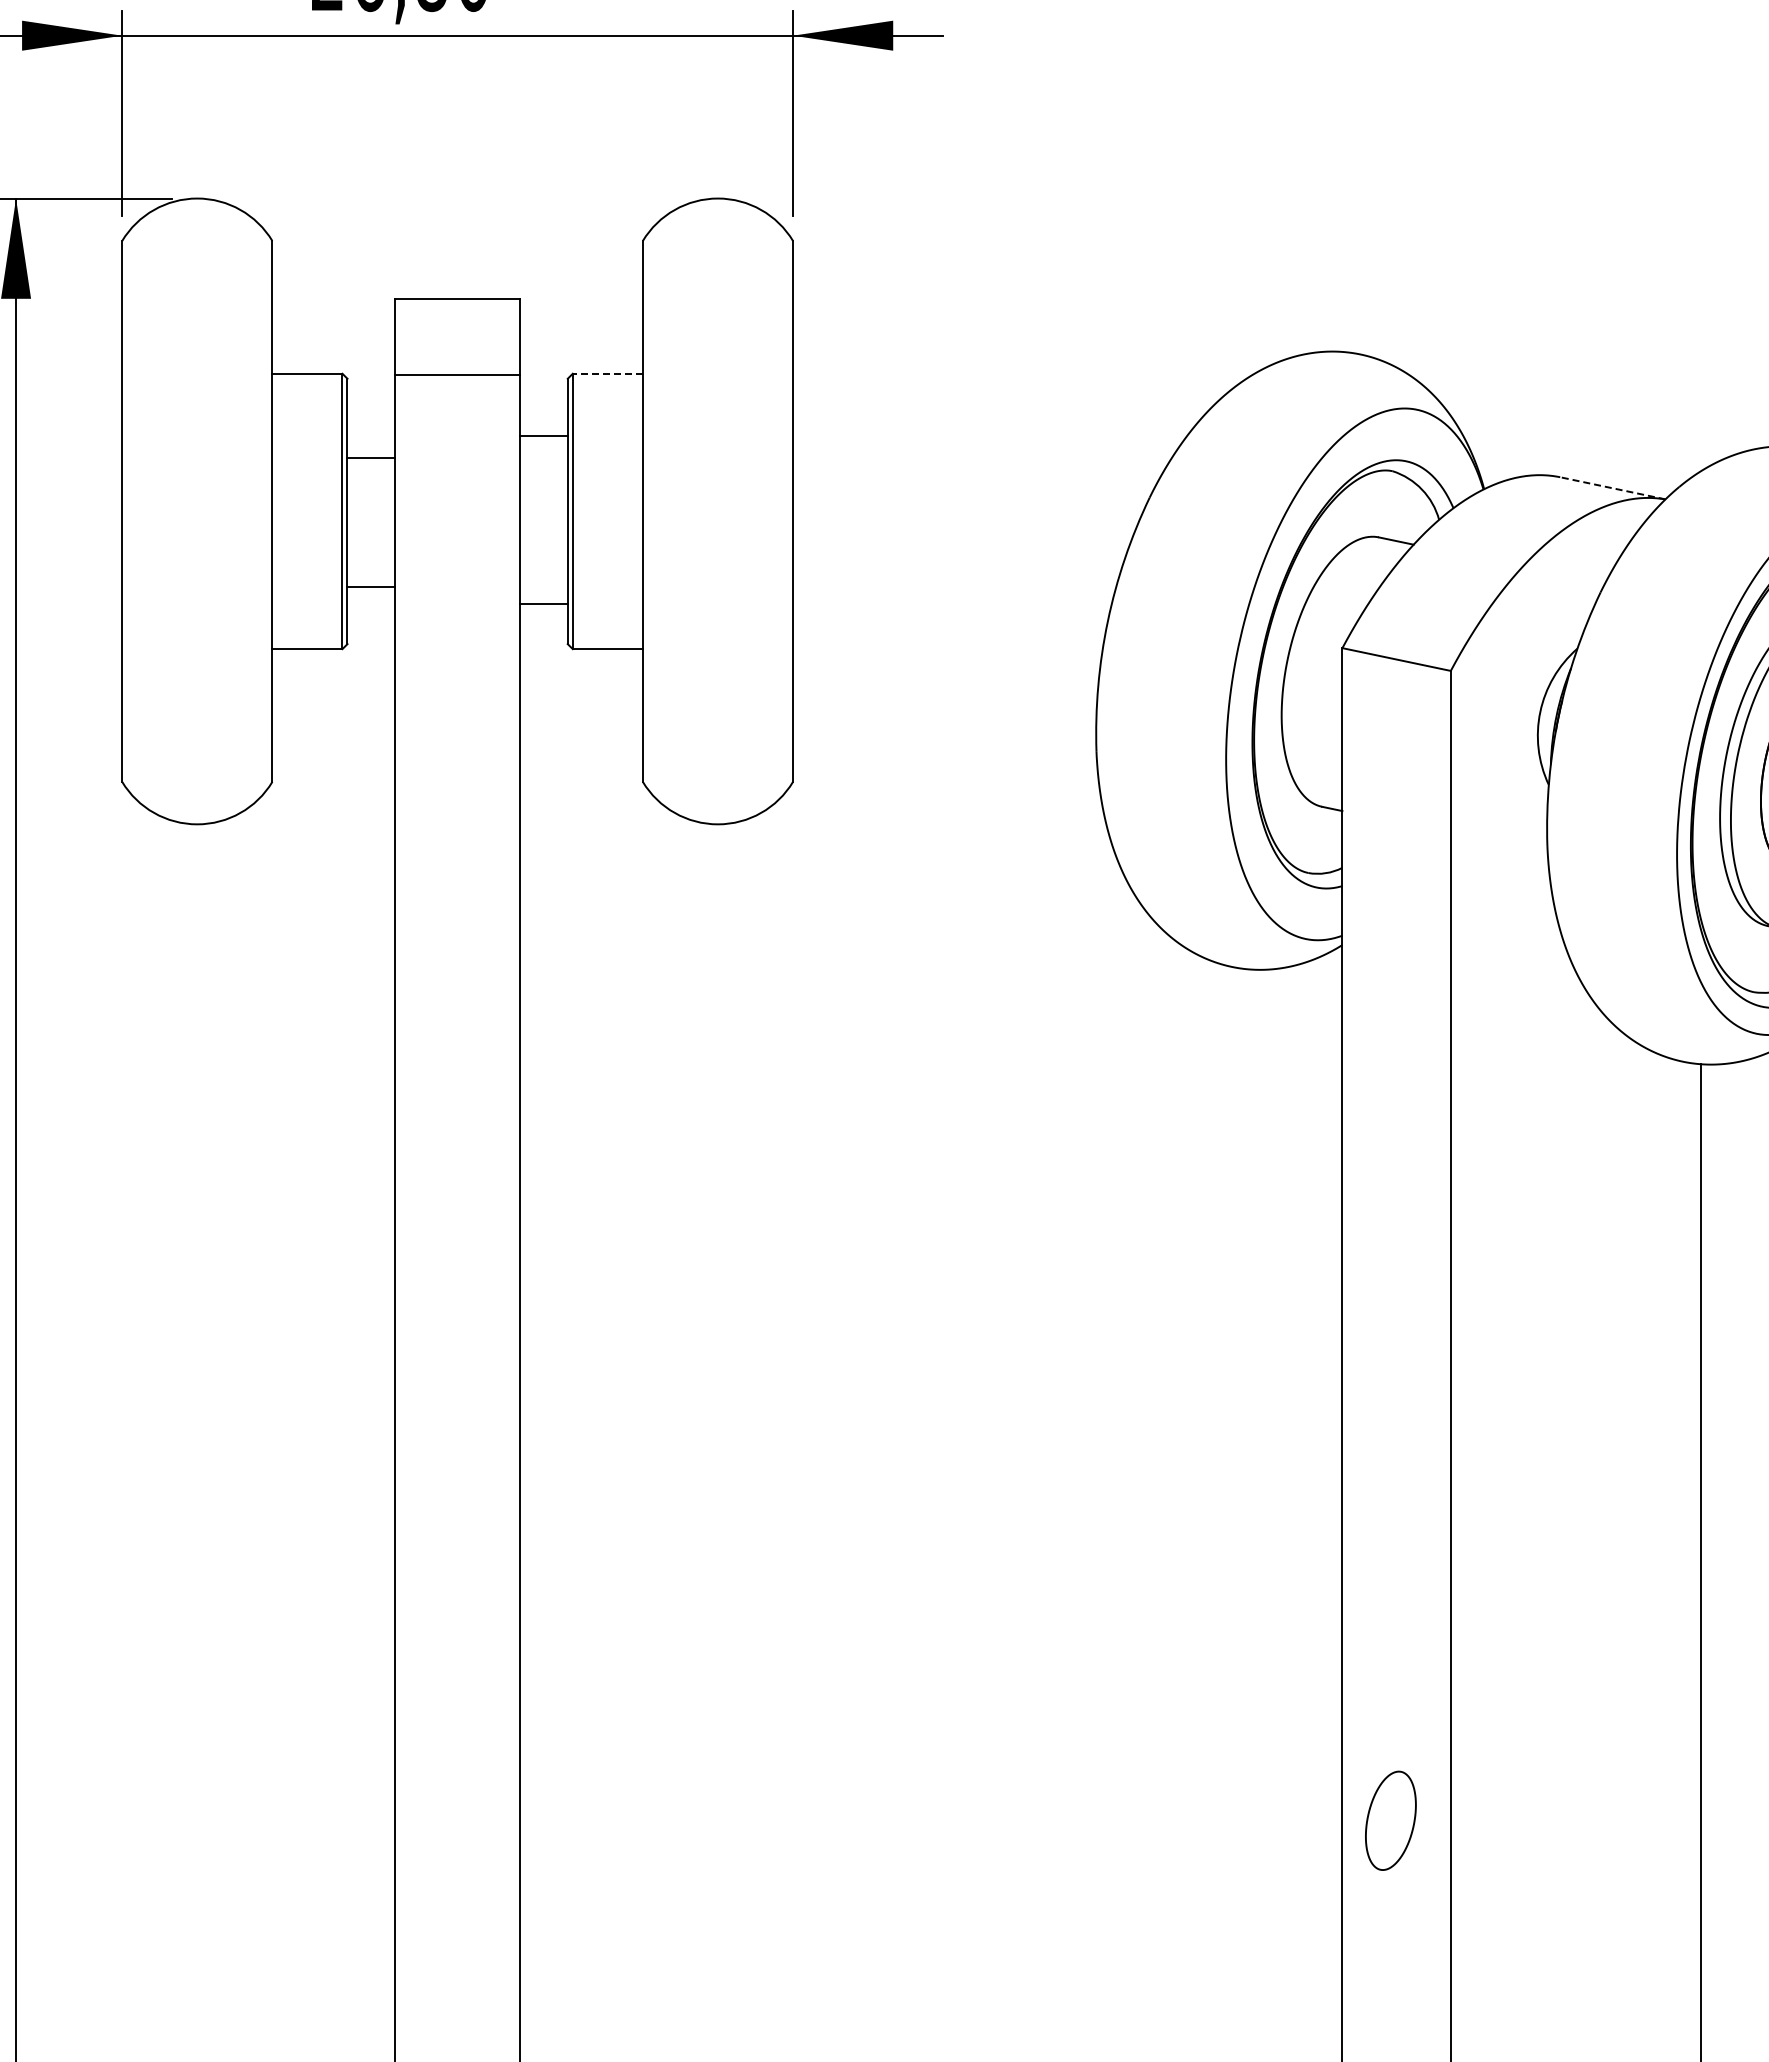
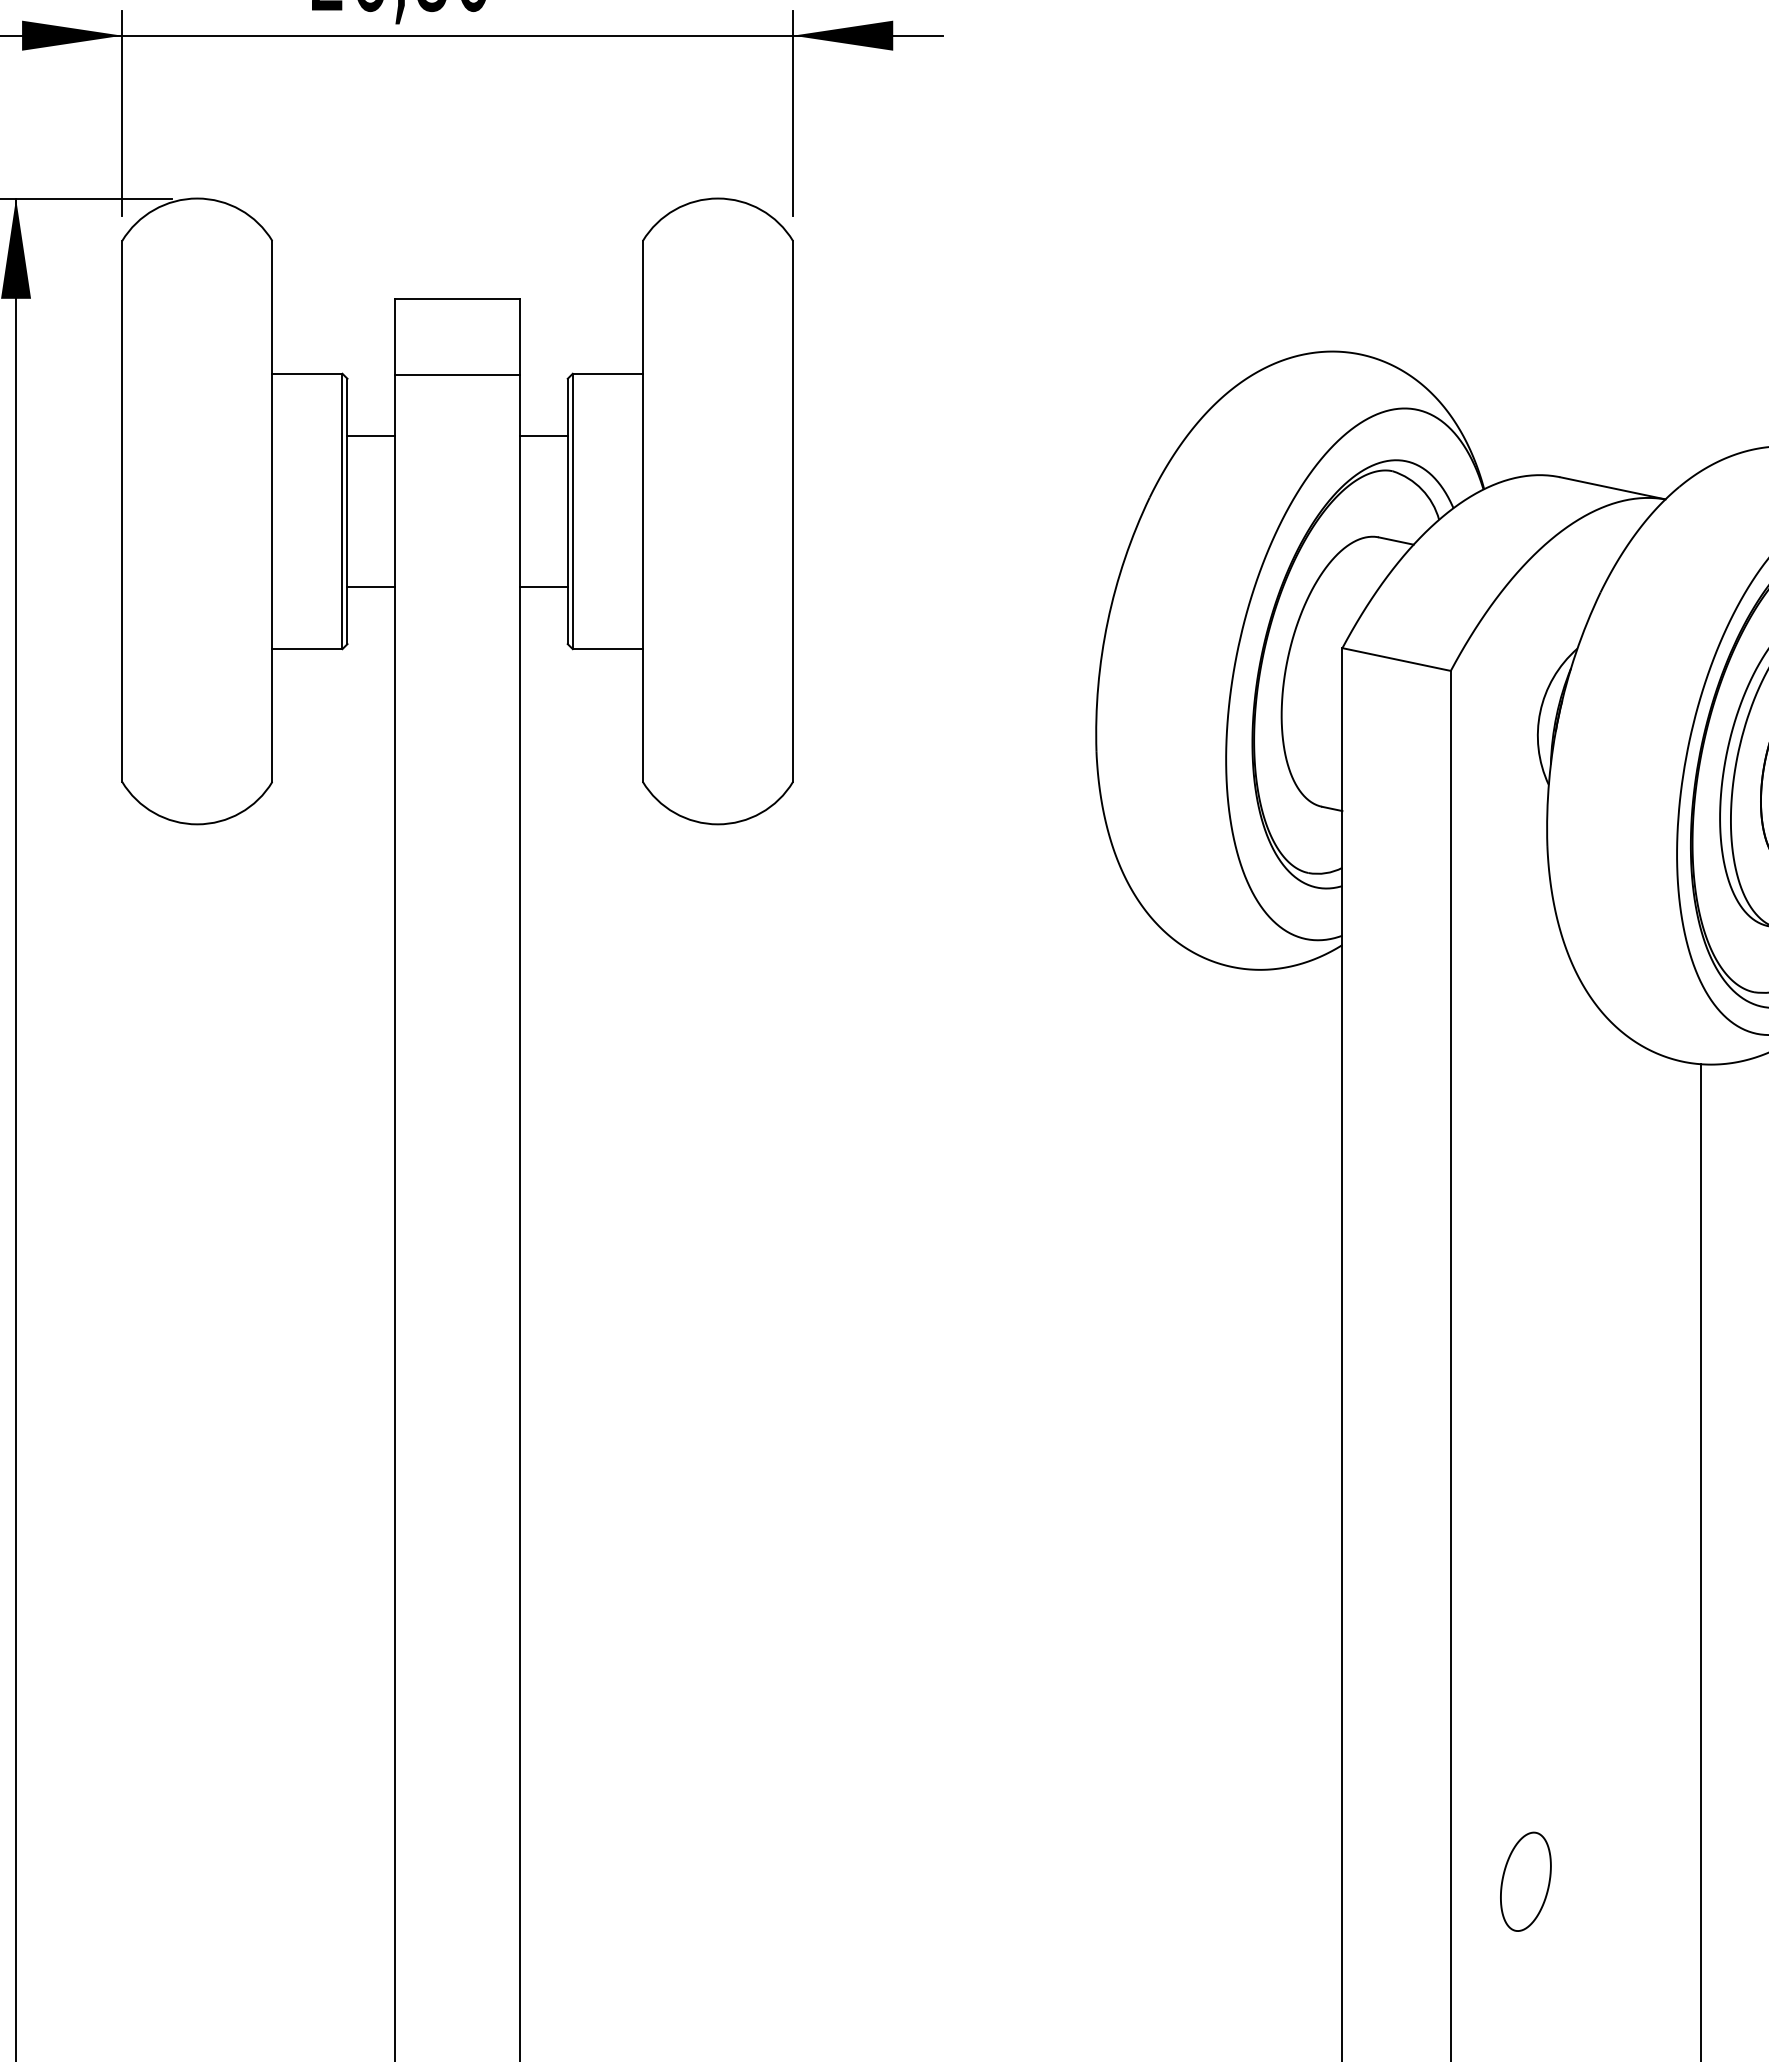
line at (607, 373): dashed -> solid
line at (371, 458) position: (371, 458) -> (371, 436)
line at (1612, 488): dashed -> solid
line at (543, 603) position: (543, 603) -> (543, 586)
part at (1390, 1820) position: (1390, 1820) -> (1525, 1881)
